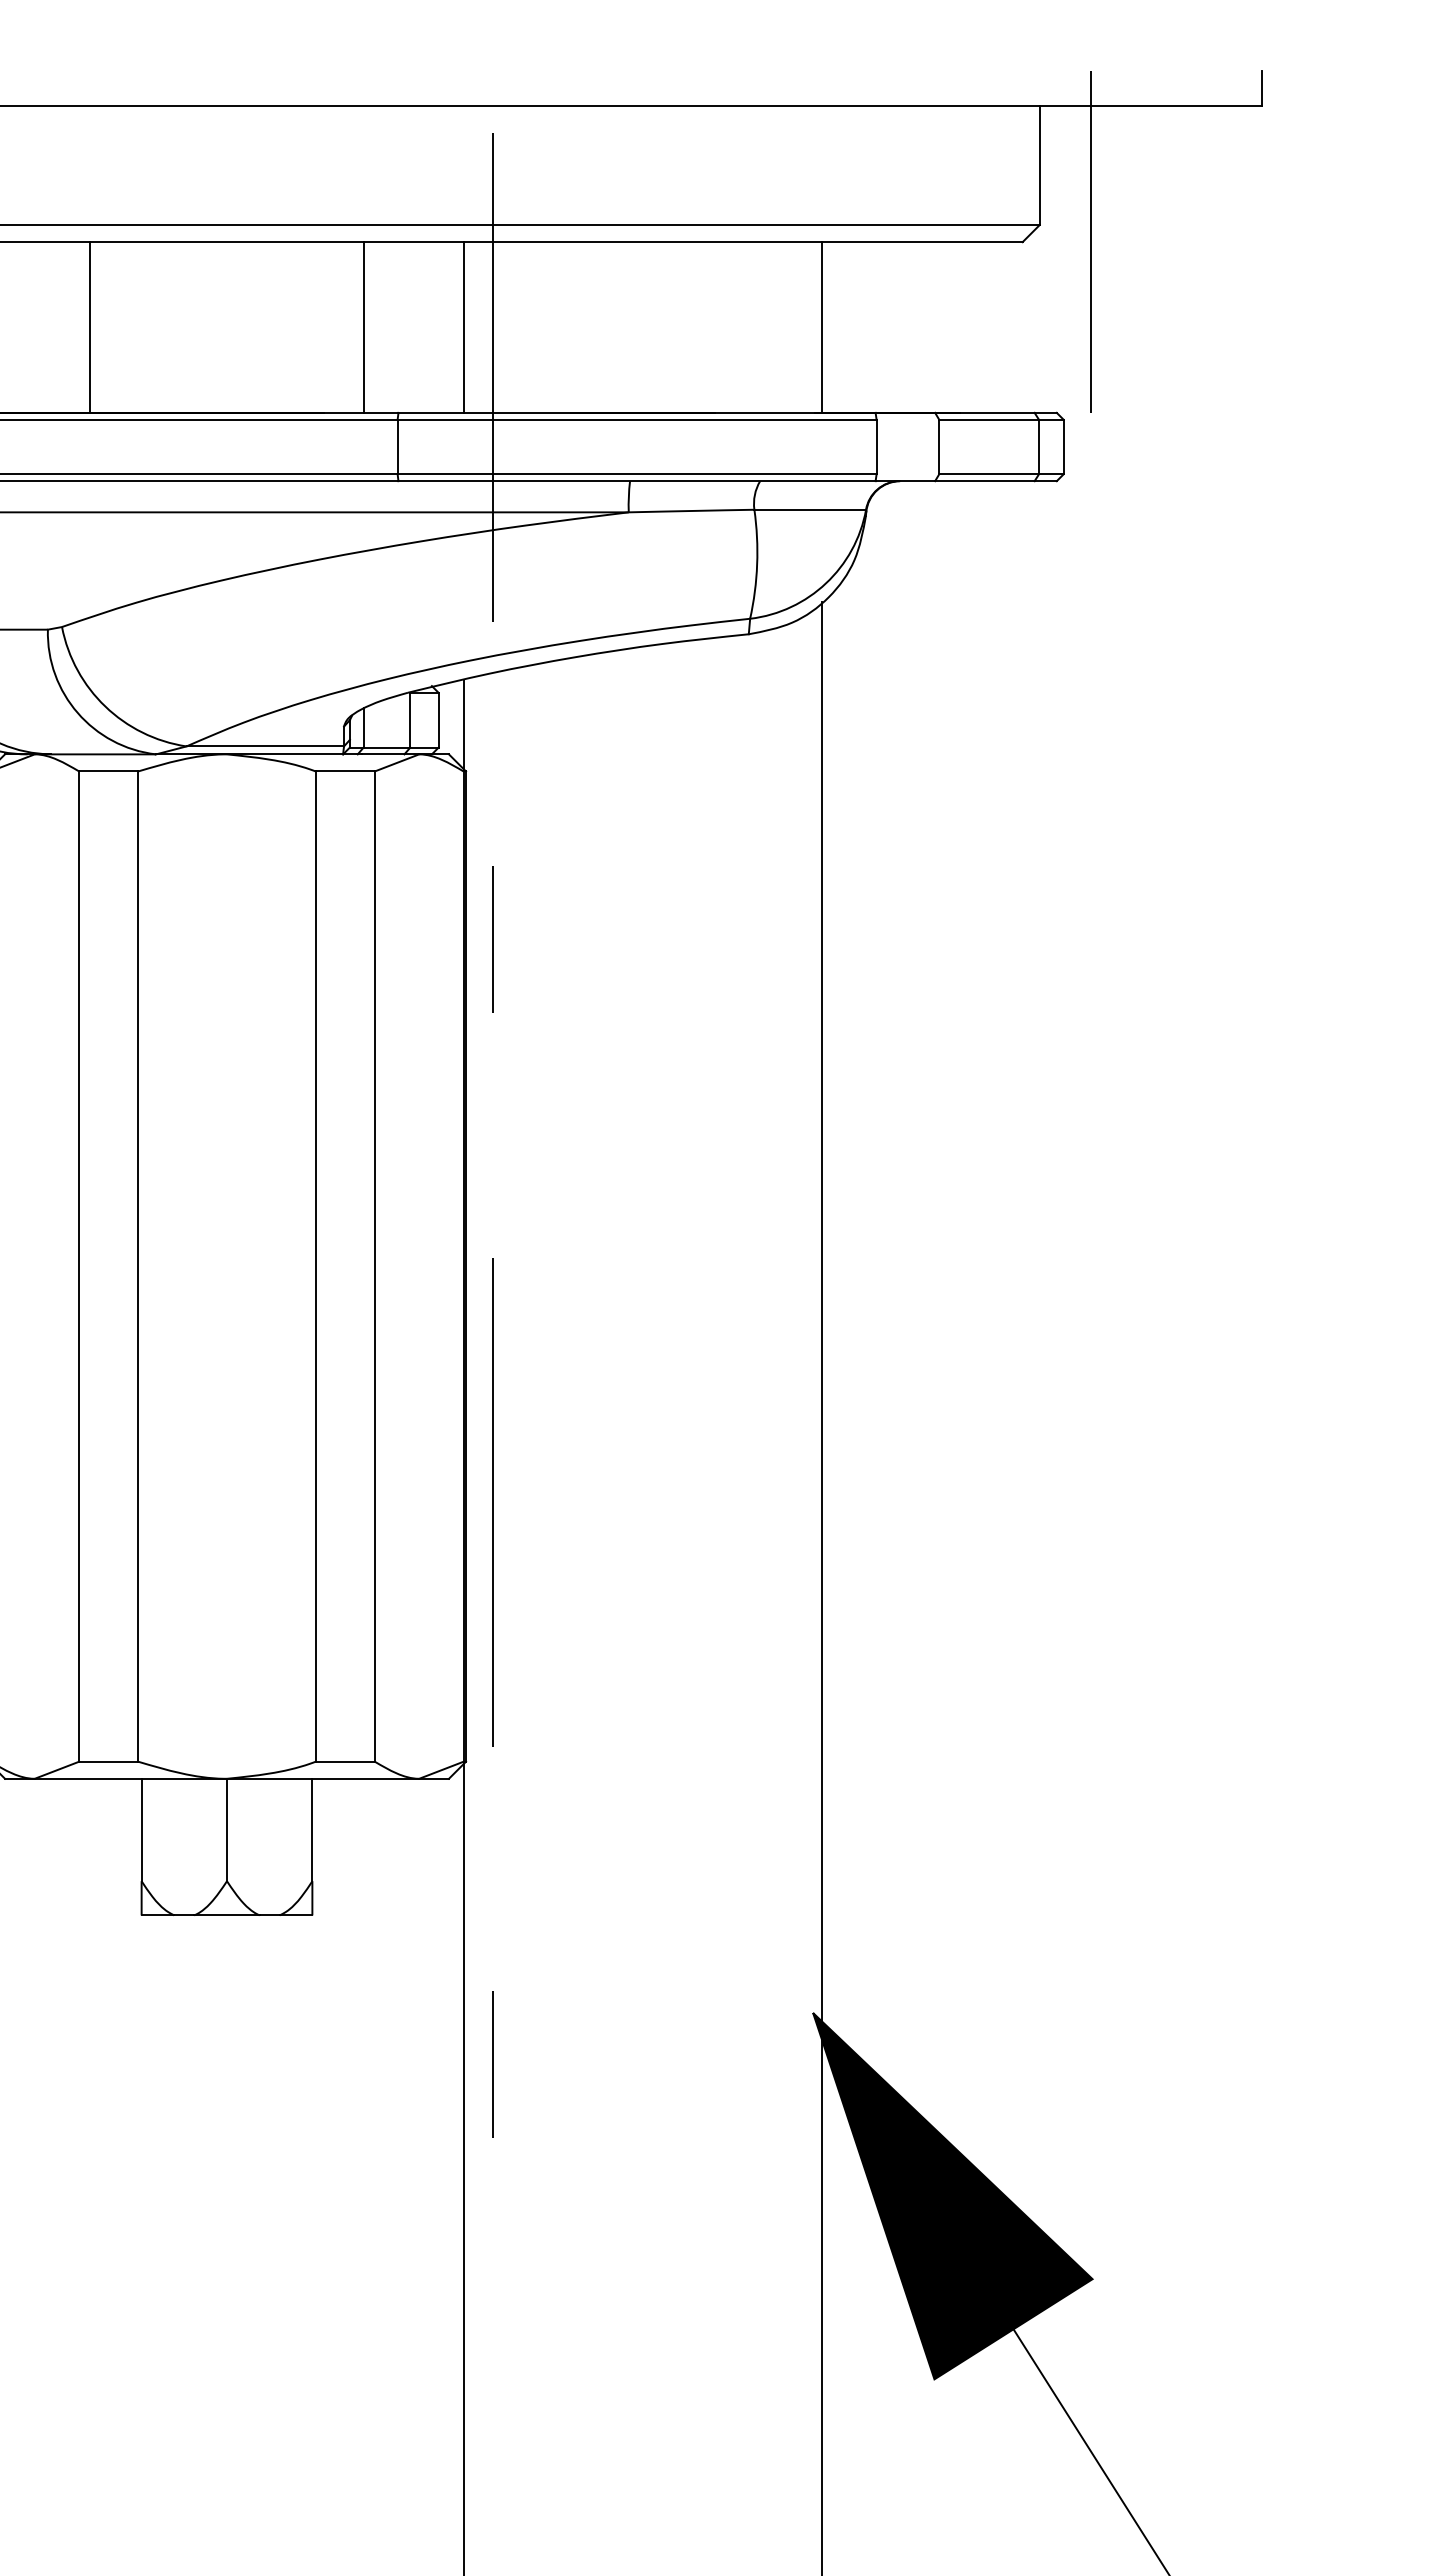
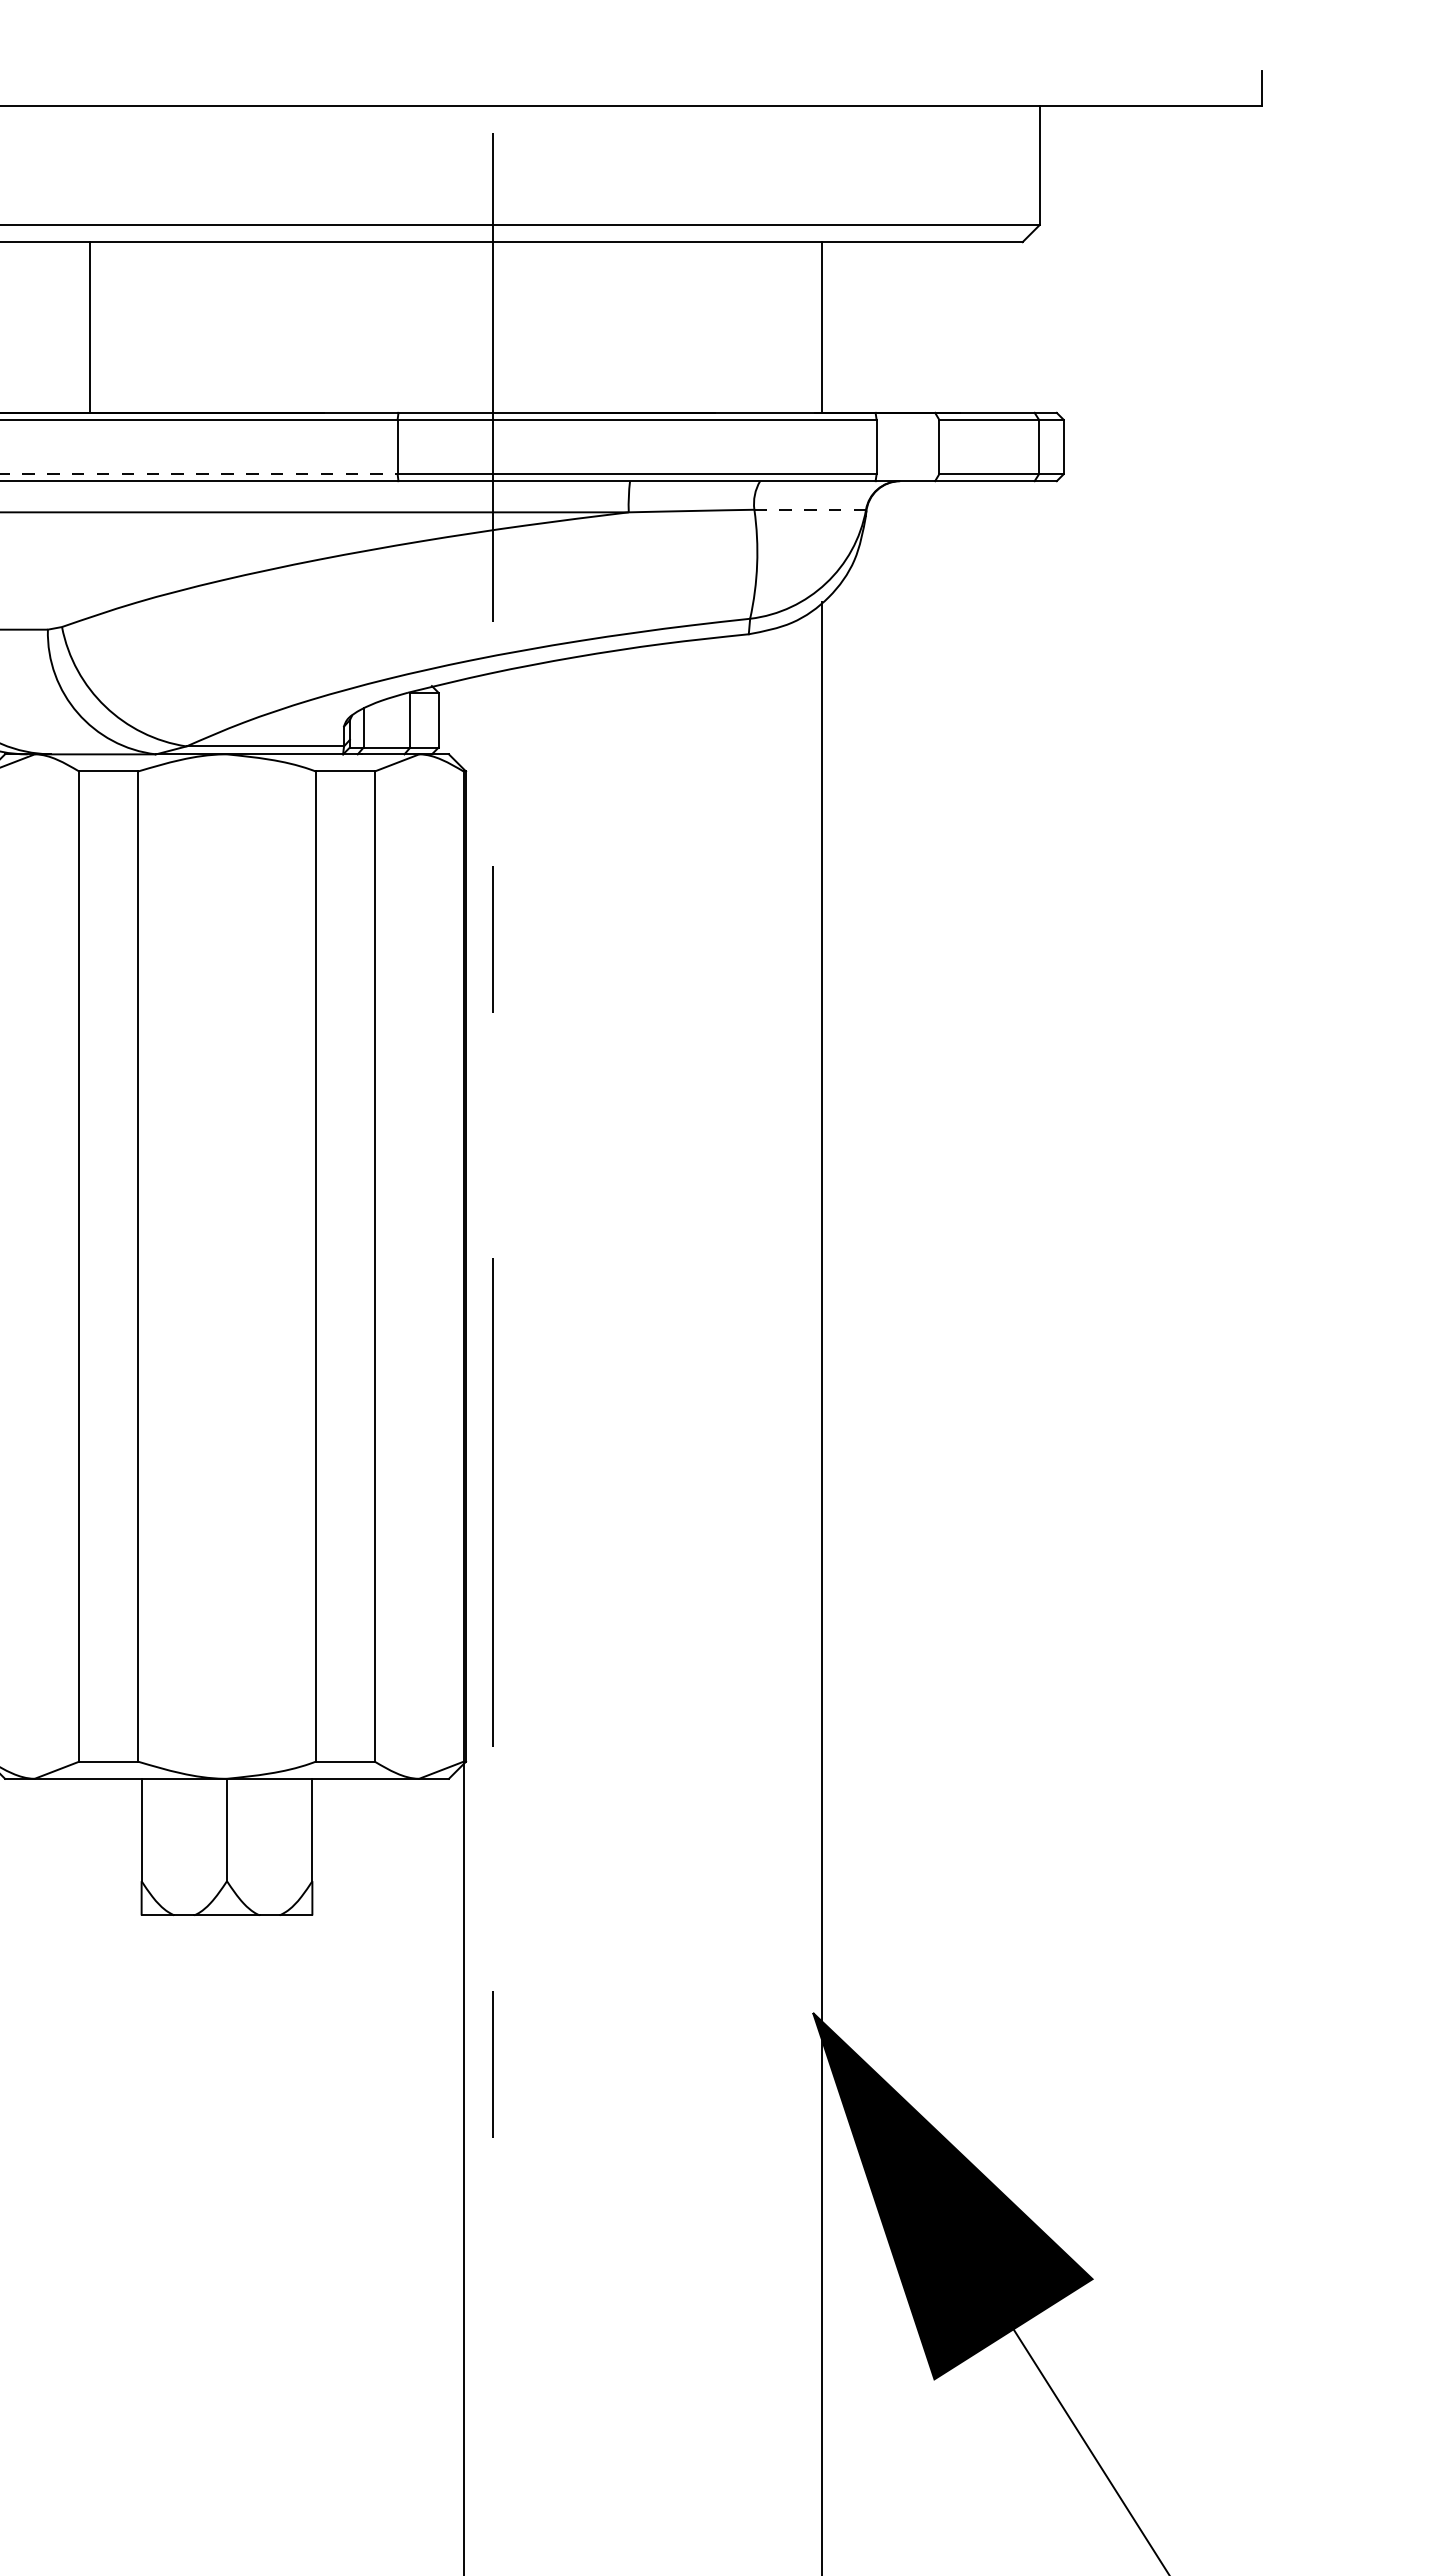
line at (1090, 241): present -> none
line at (363, 327): present -> none
line at (463, 327): present -> none
line at (198, 474): solid -> dashed
line at (810, 509): solid -> dashed
line at (463, 724): present -> none
